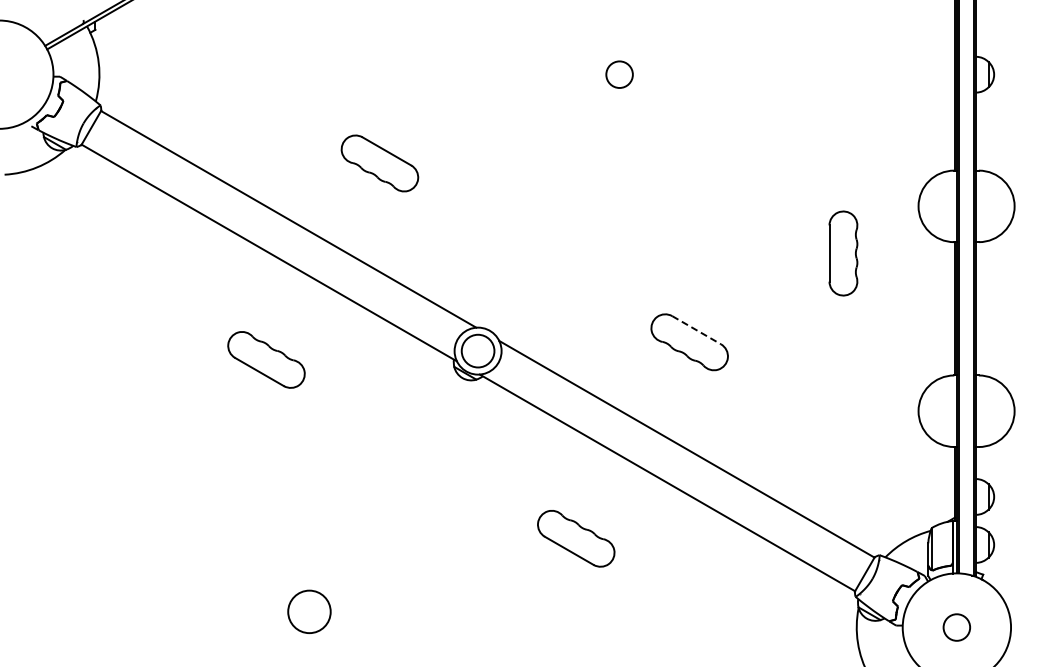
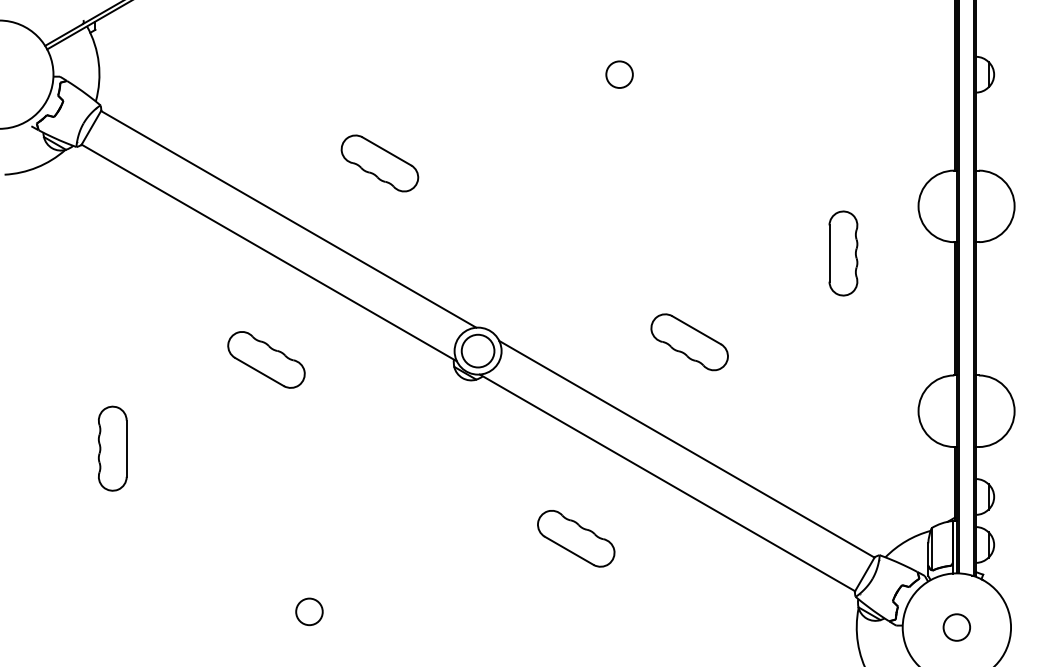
line at (697, 330): dashed -> solid
part at (112, 448): none -> present
circle at (309, 611) diameter: 43 px -> 27 px
